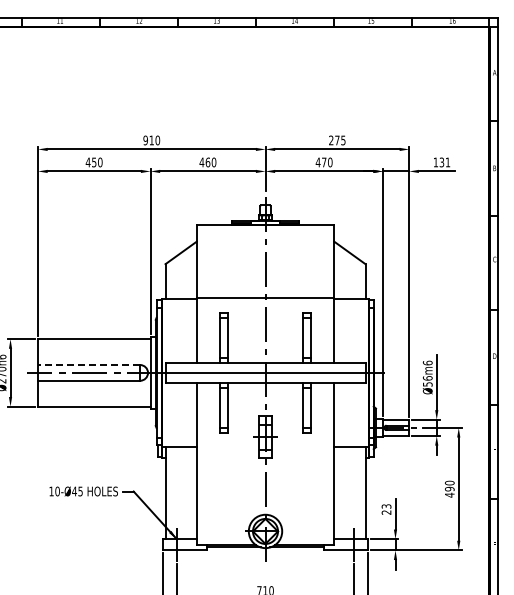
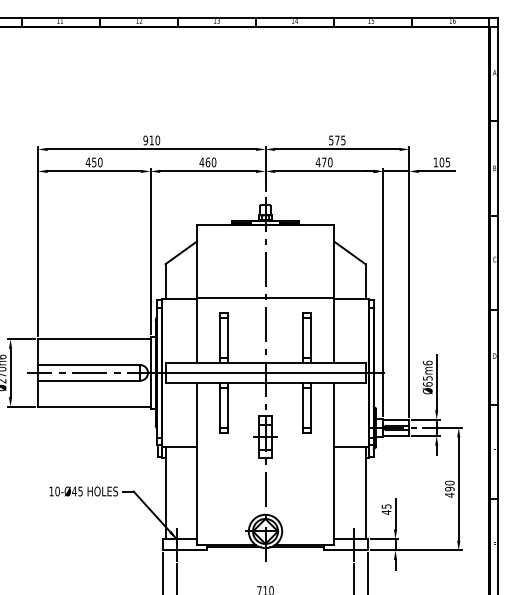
text at (331, 140): 275 -> 575
text at (444, 162): 131 -> 105
line at (88, 365): dashed -> solid
text at (427, 381): Ø56m6 -> Ø65m6
text at (386, 509): 23 -> 45
